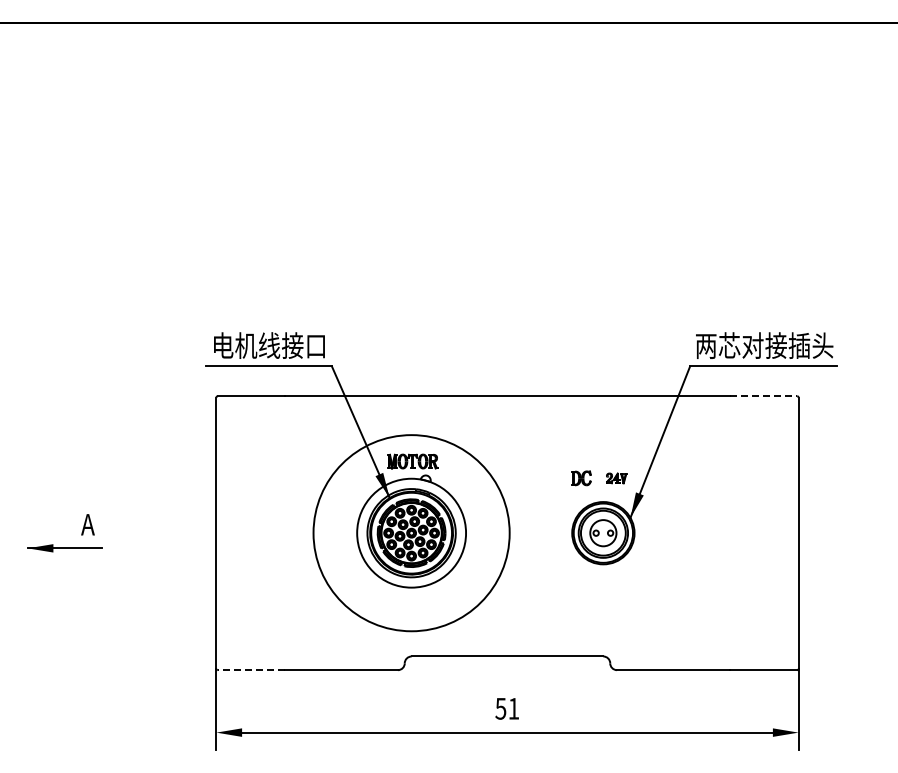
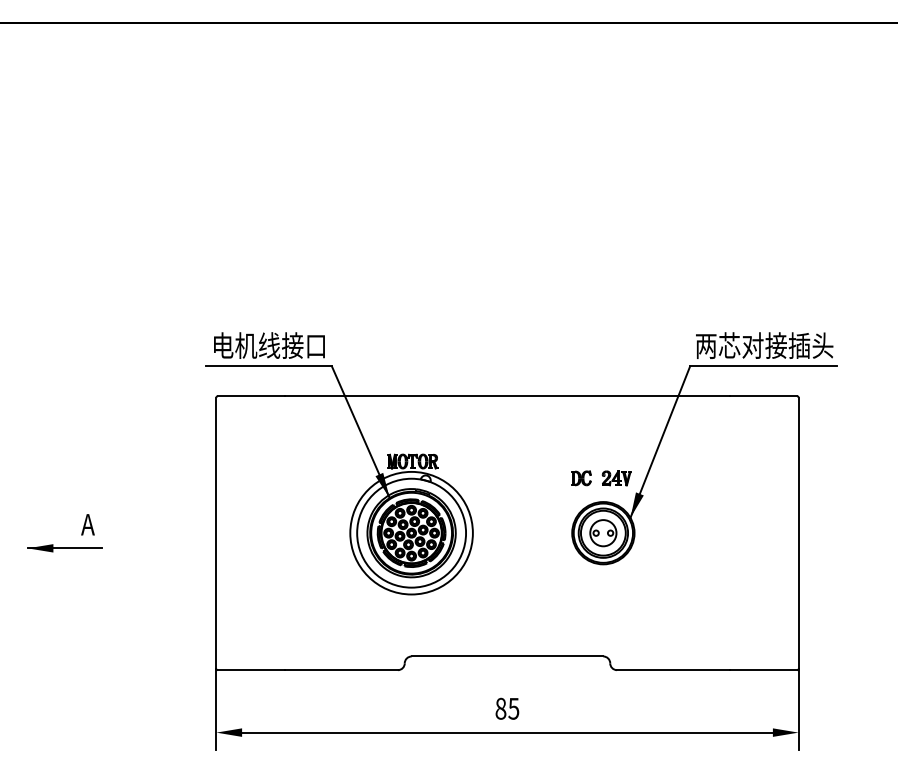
line at (763, 396): dashed -> solid
part at (616, 478) size: 22x13 px -> 31x17 px
circle at (411, 533) diameter: 196 px -> 123 px
line at (251, 670): dashed -> solid
text at (507, 708): 51 -> 85
